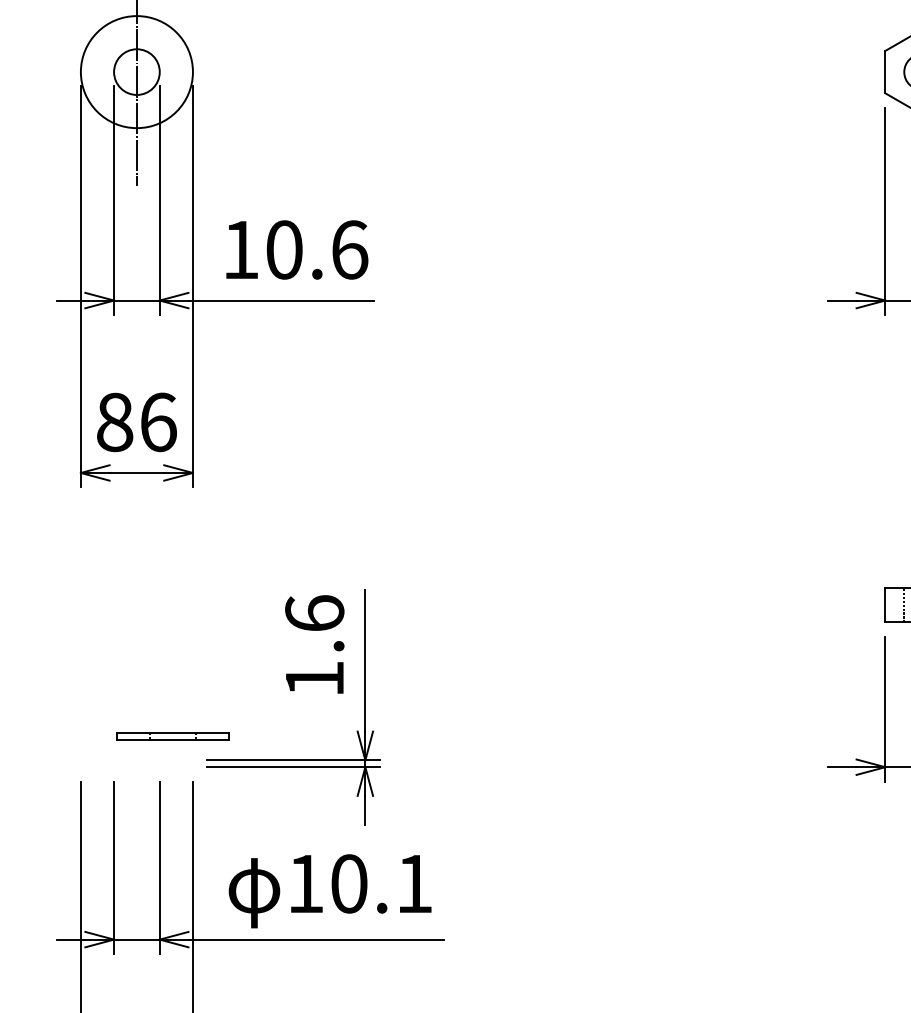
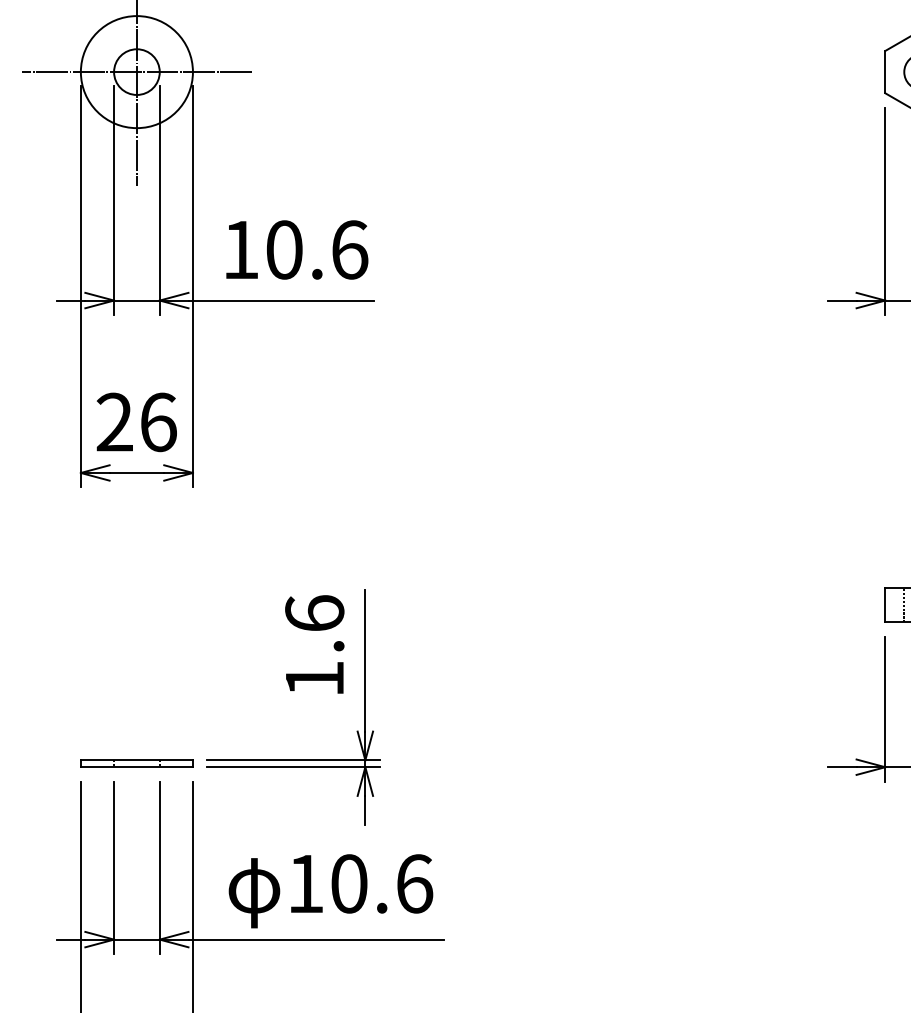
line at (136, 72): none -> present
text at (114, 422): 86 -> 26
part at (172, 736) position: (172, 736) -> (136, 763)
text at (415, 883): 10.1 -> 10.6
